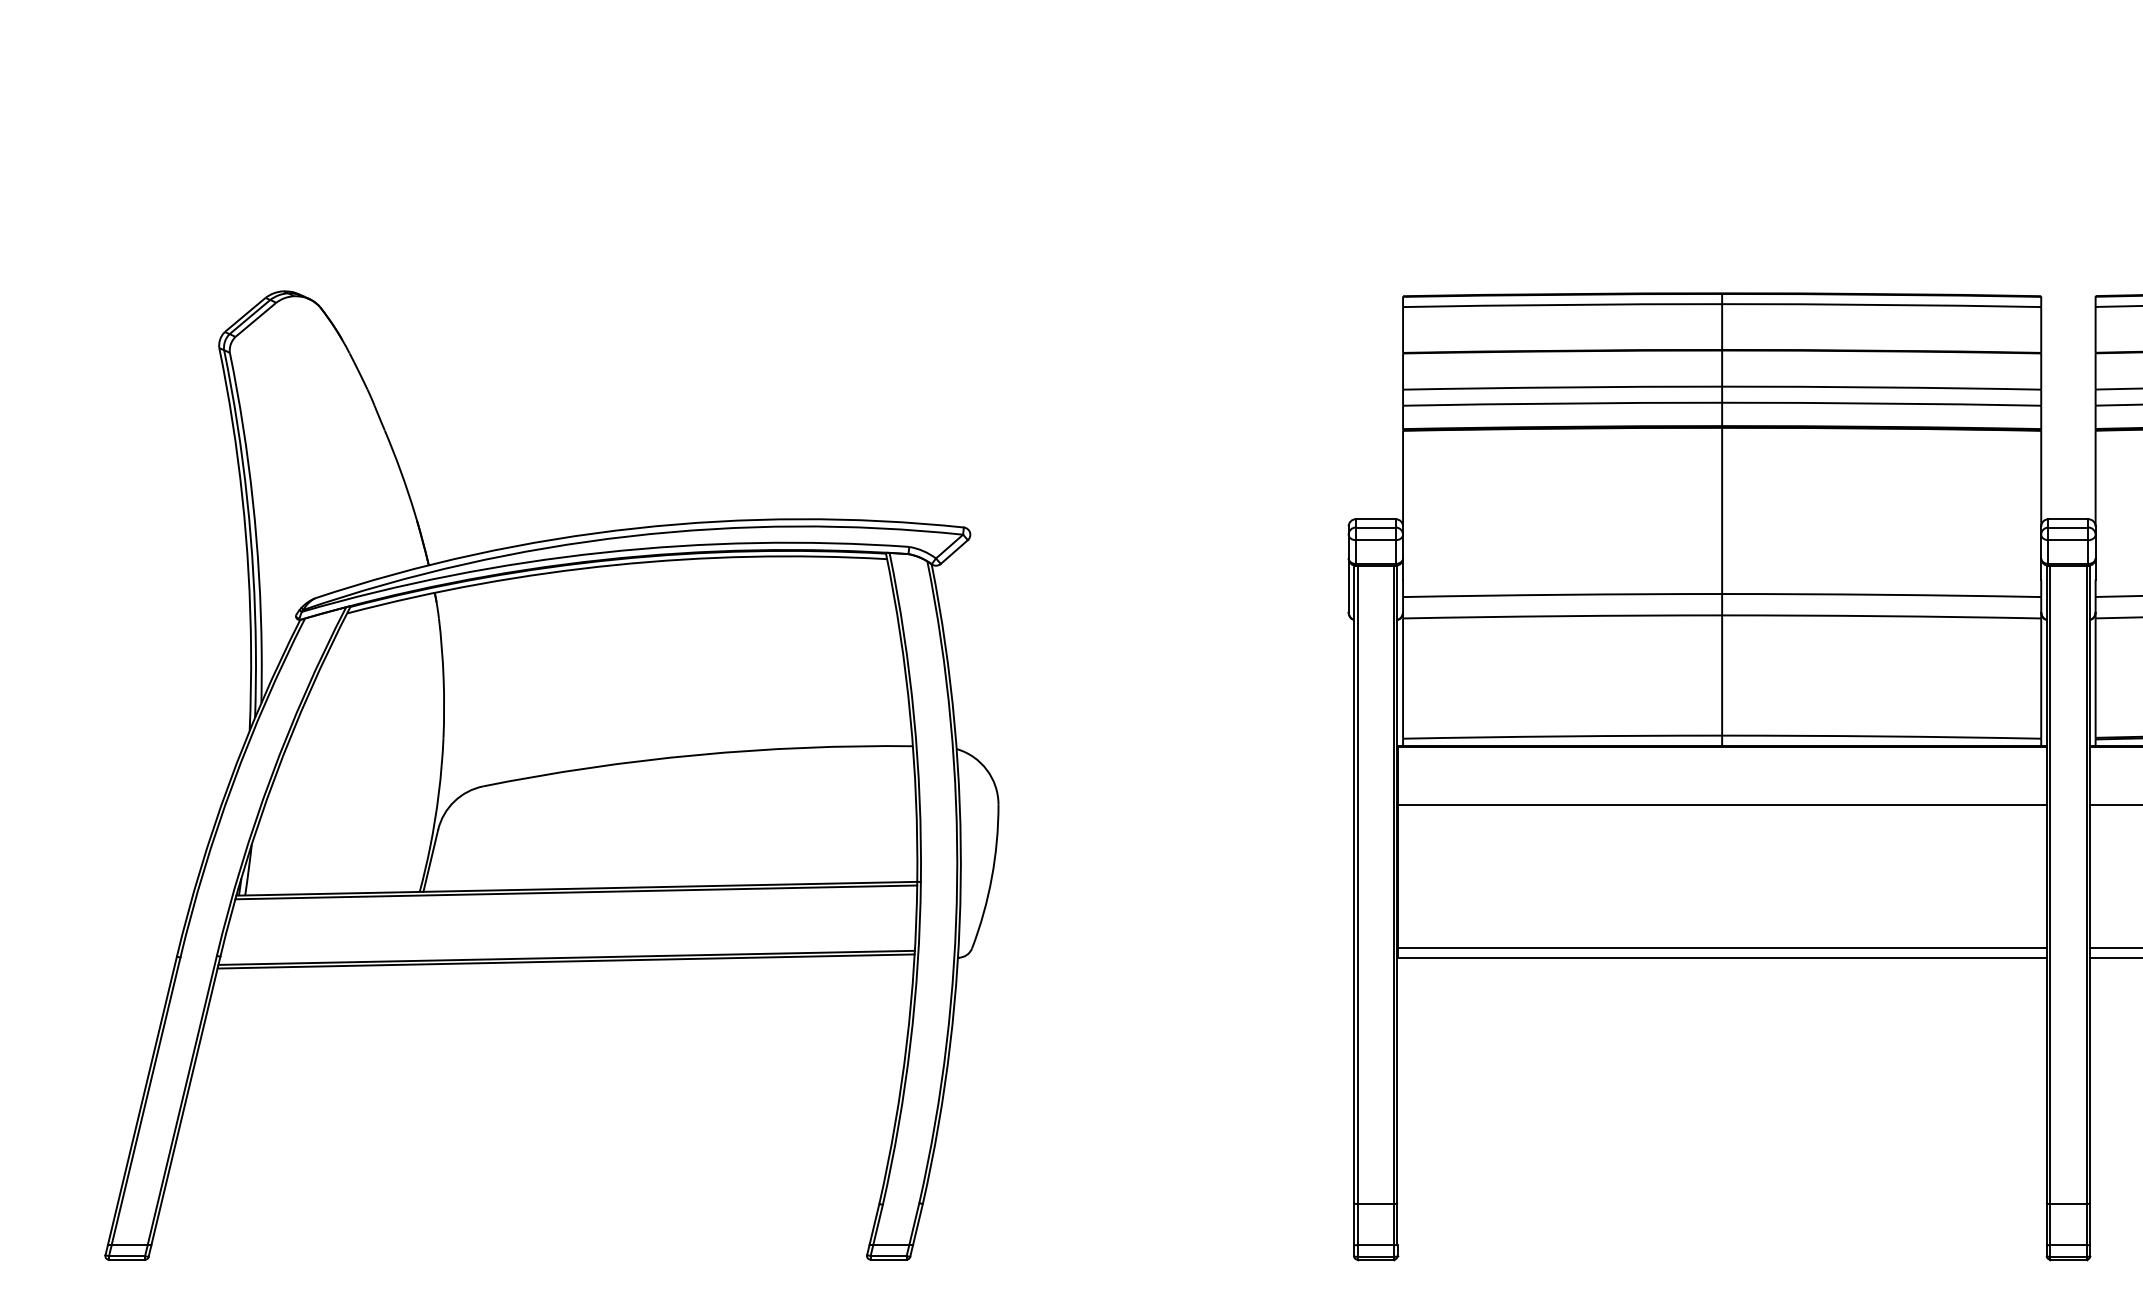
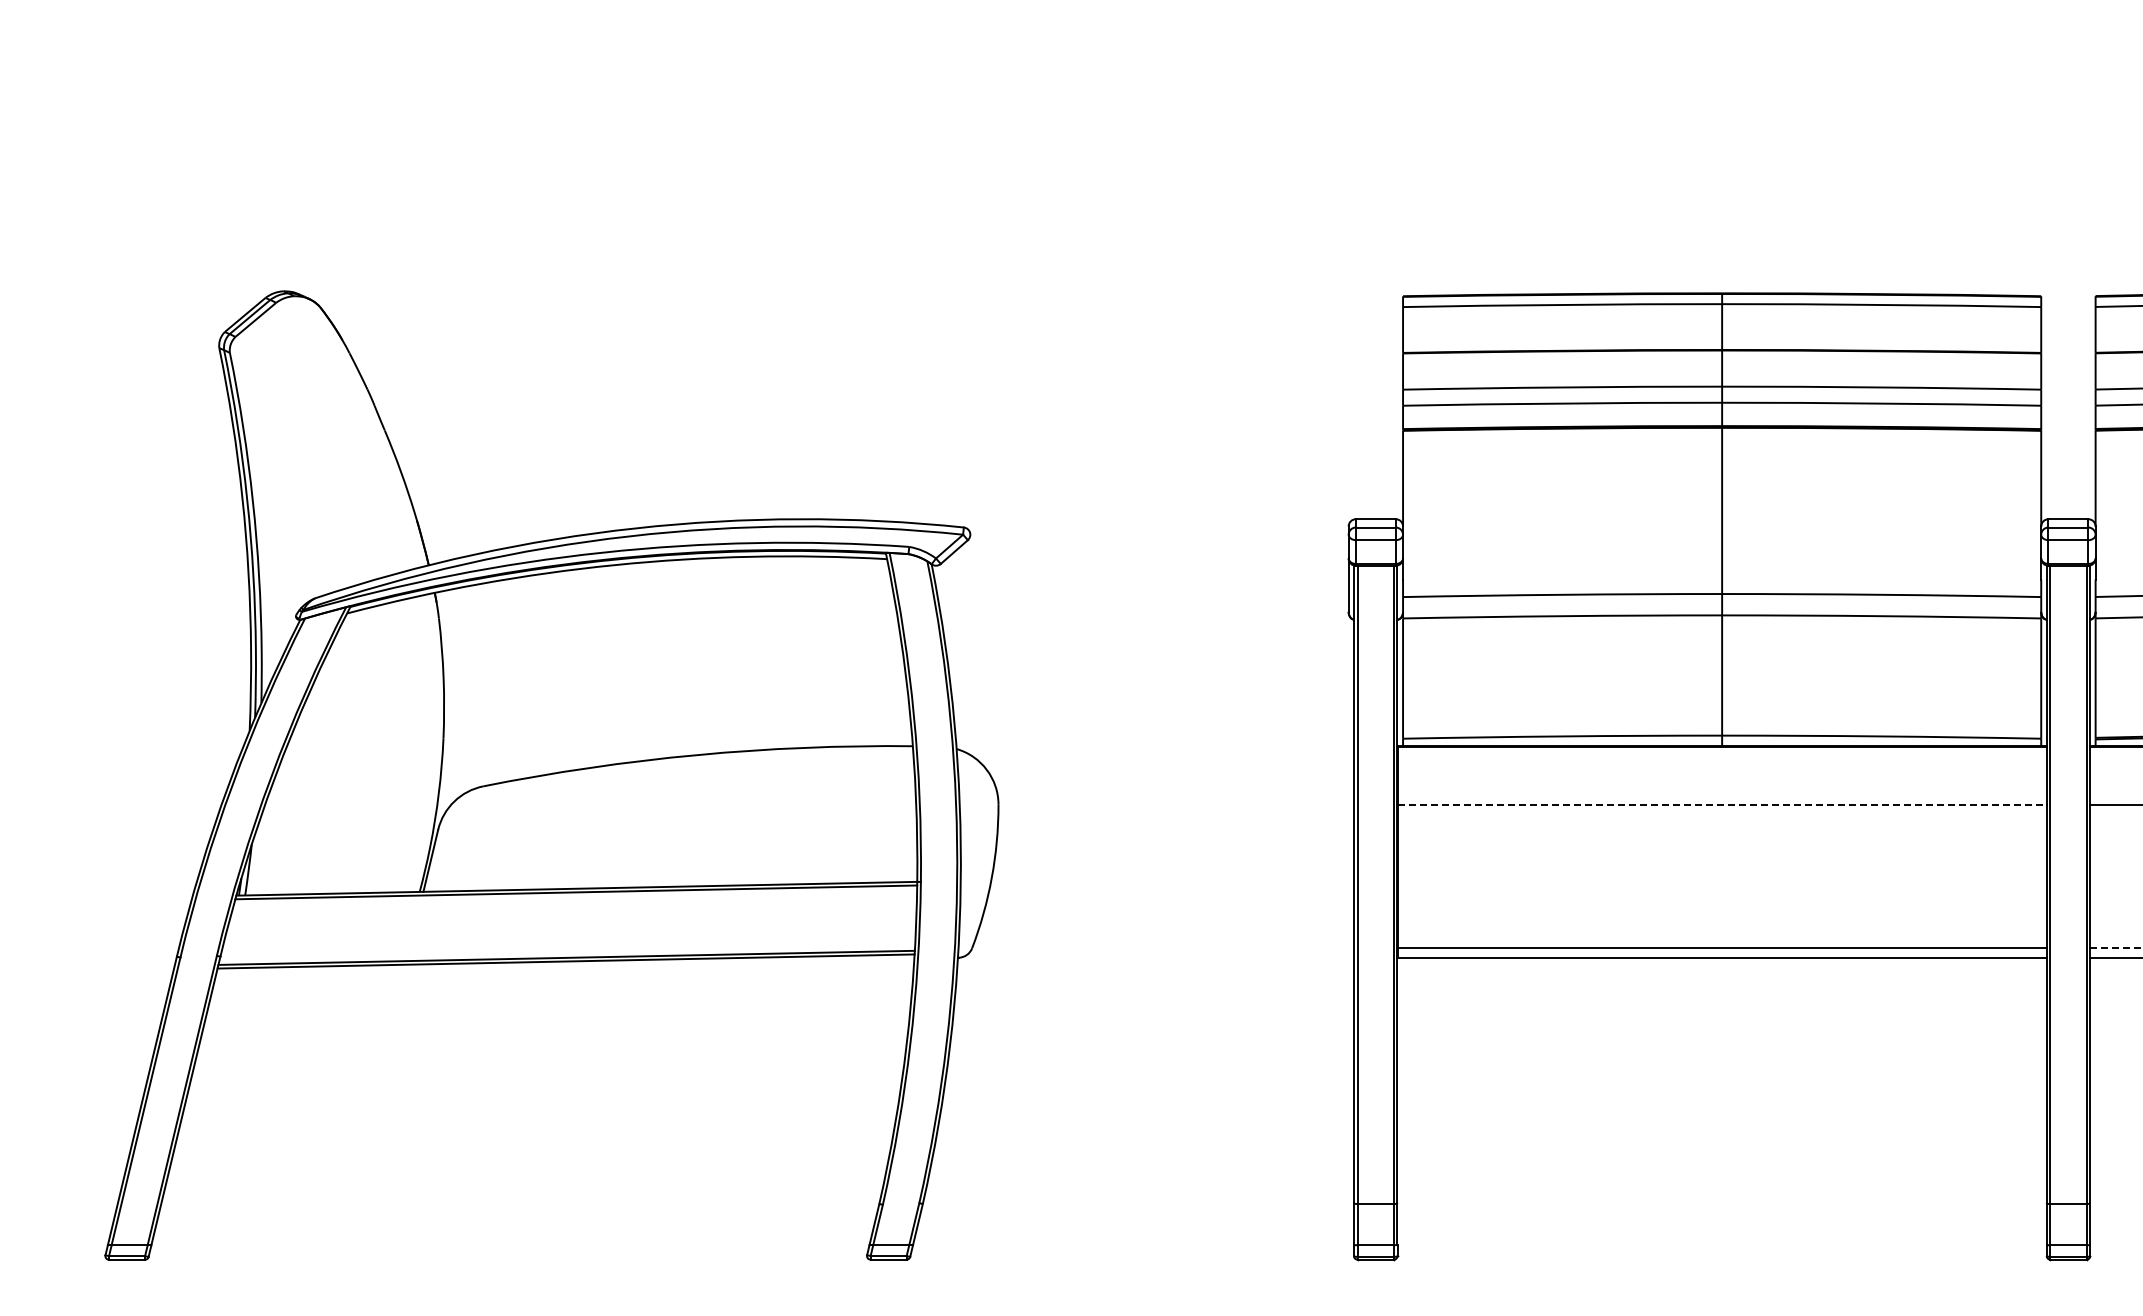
line at (1722, 804): solid -> dashed
line at (2116, 948): solid -> dashed
